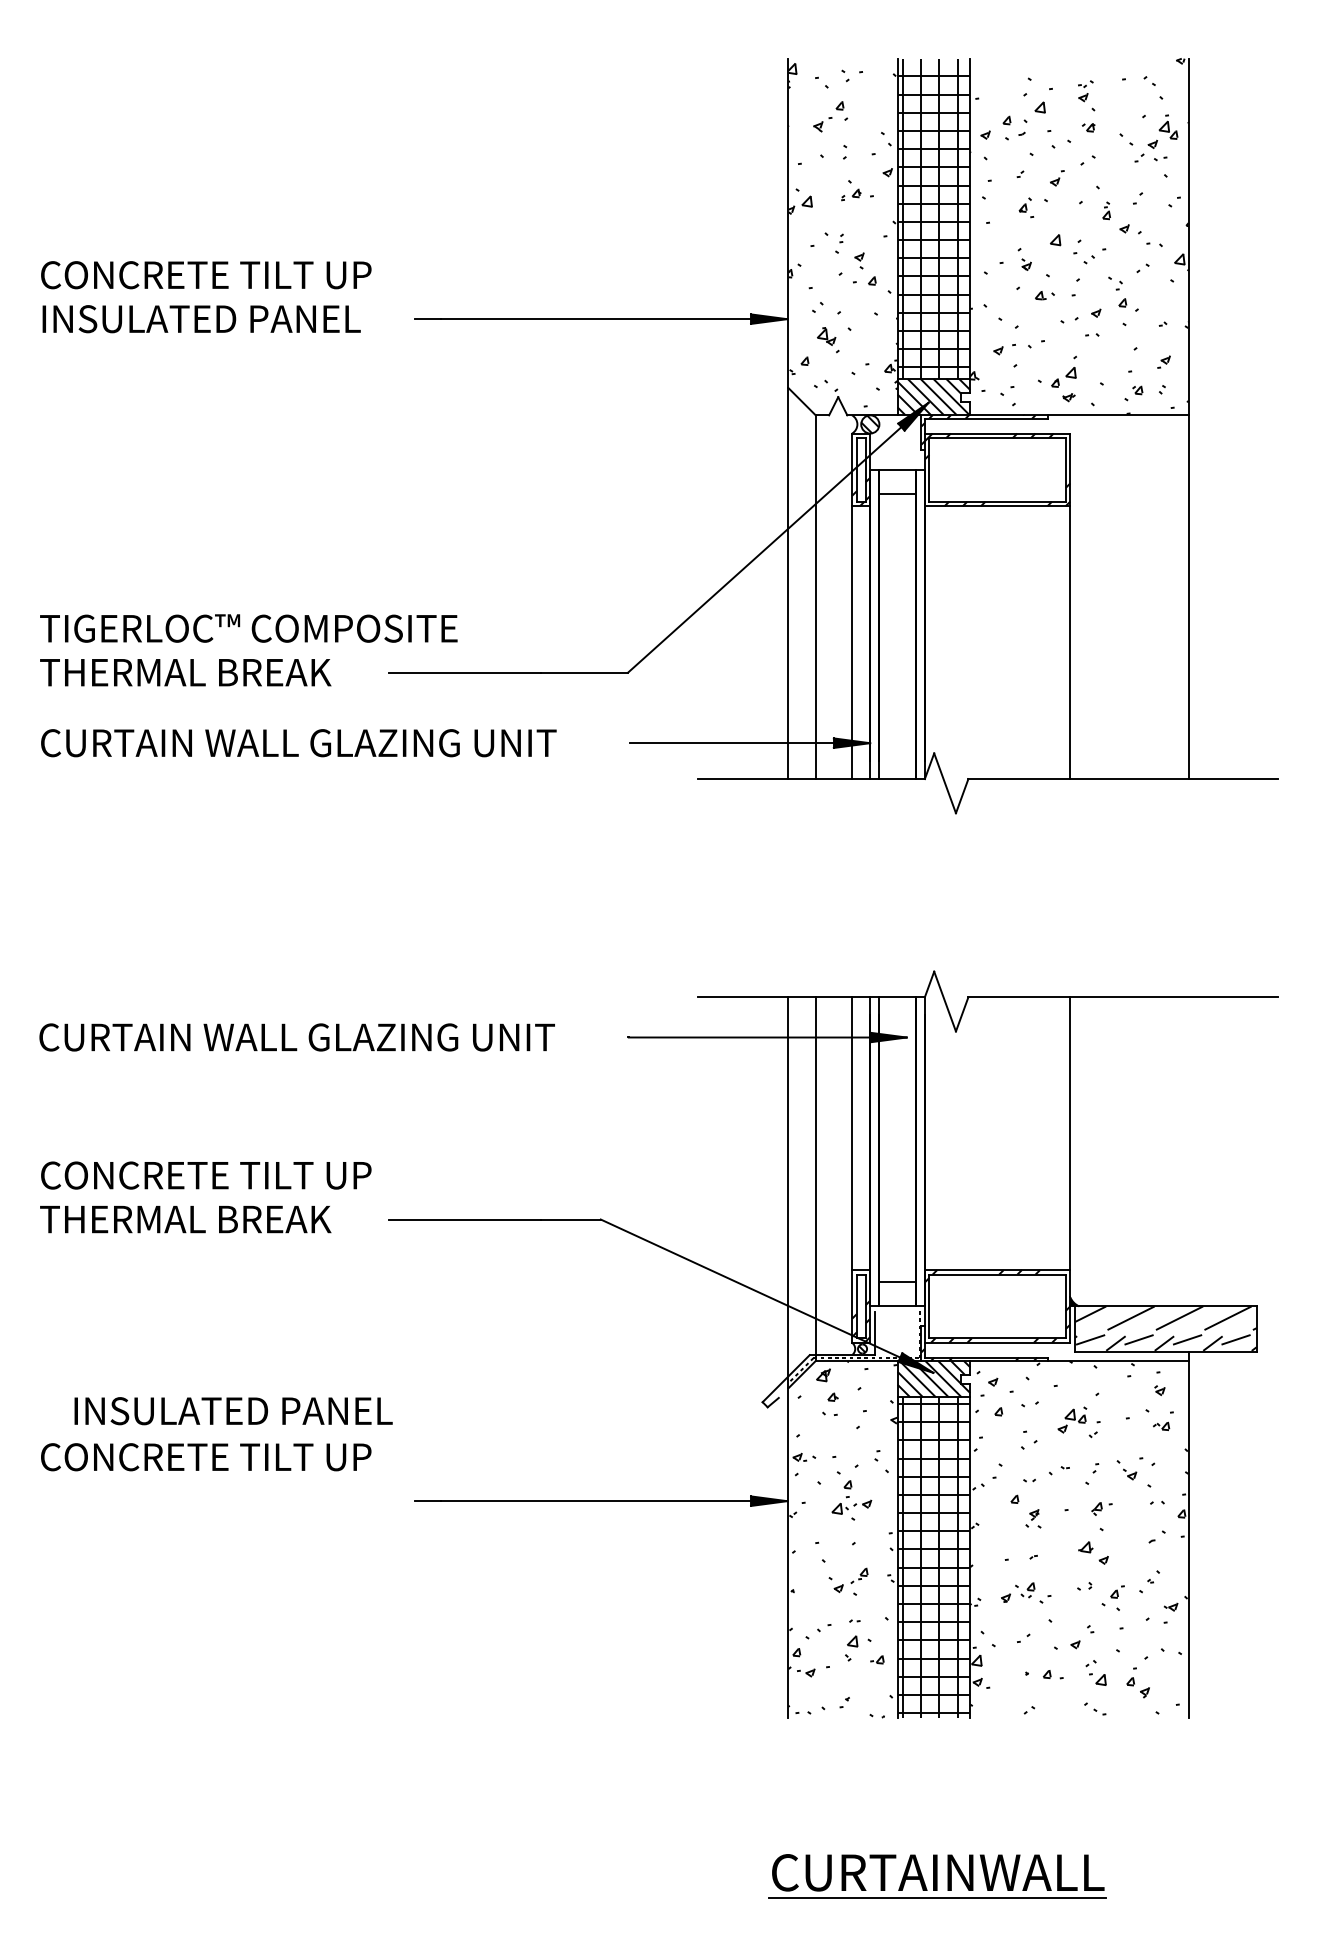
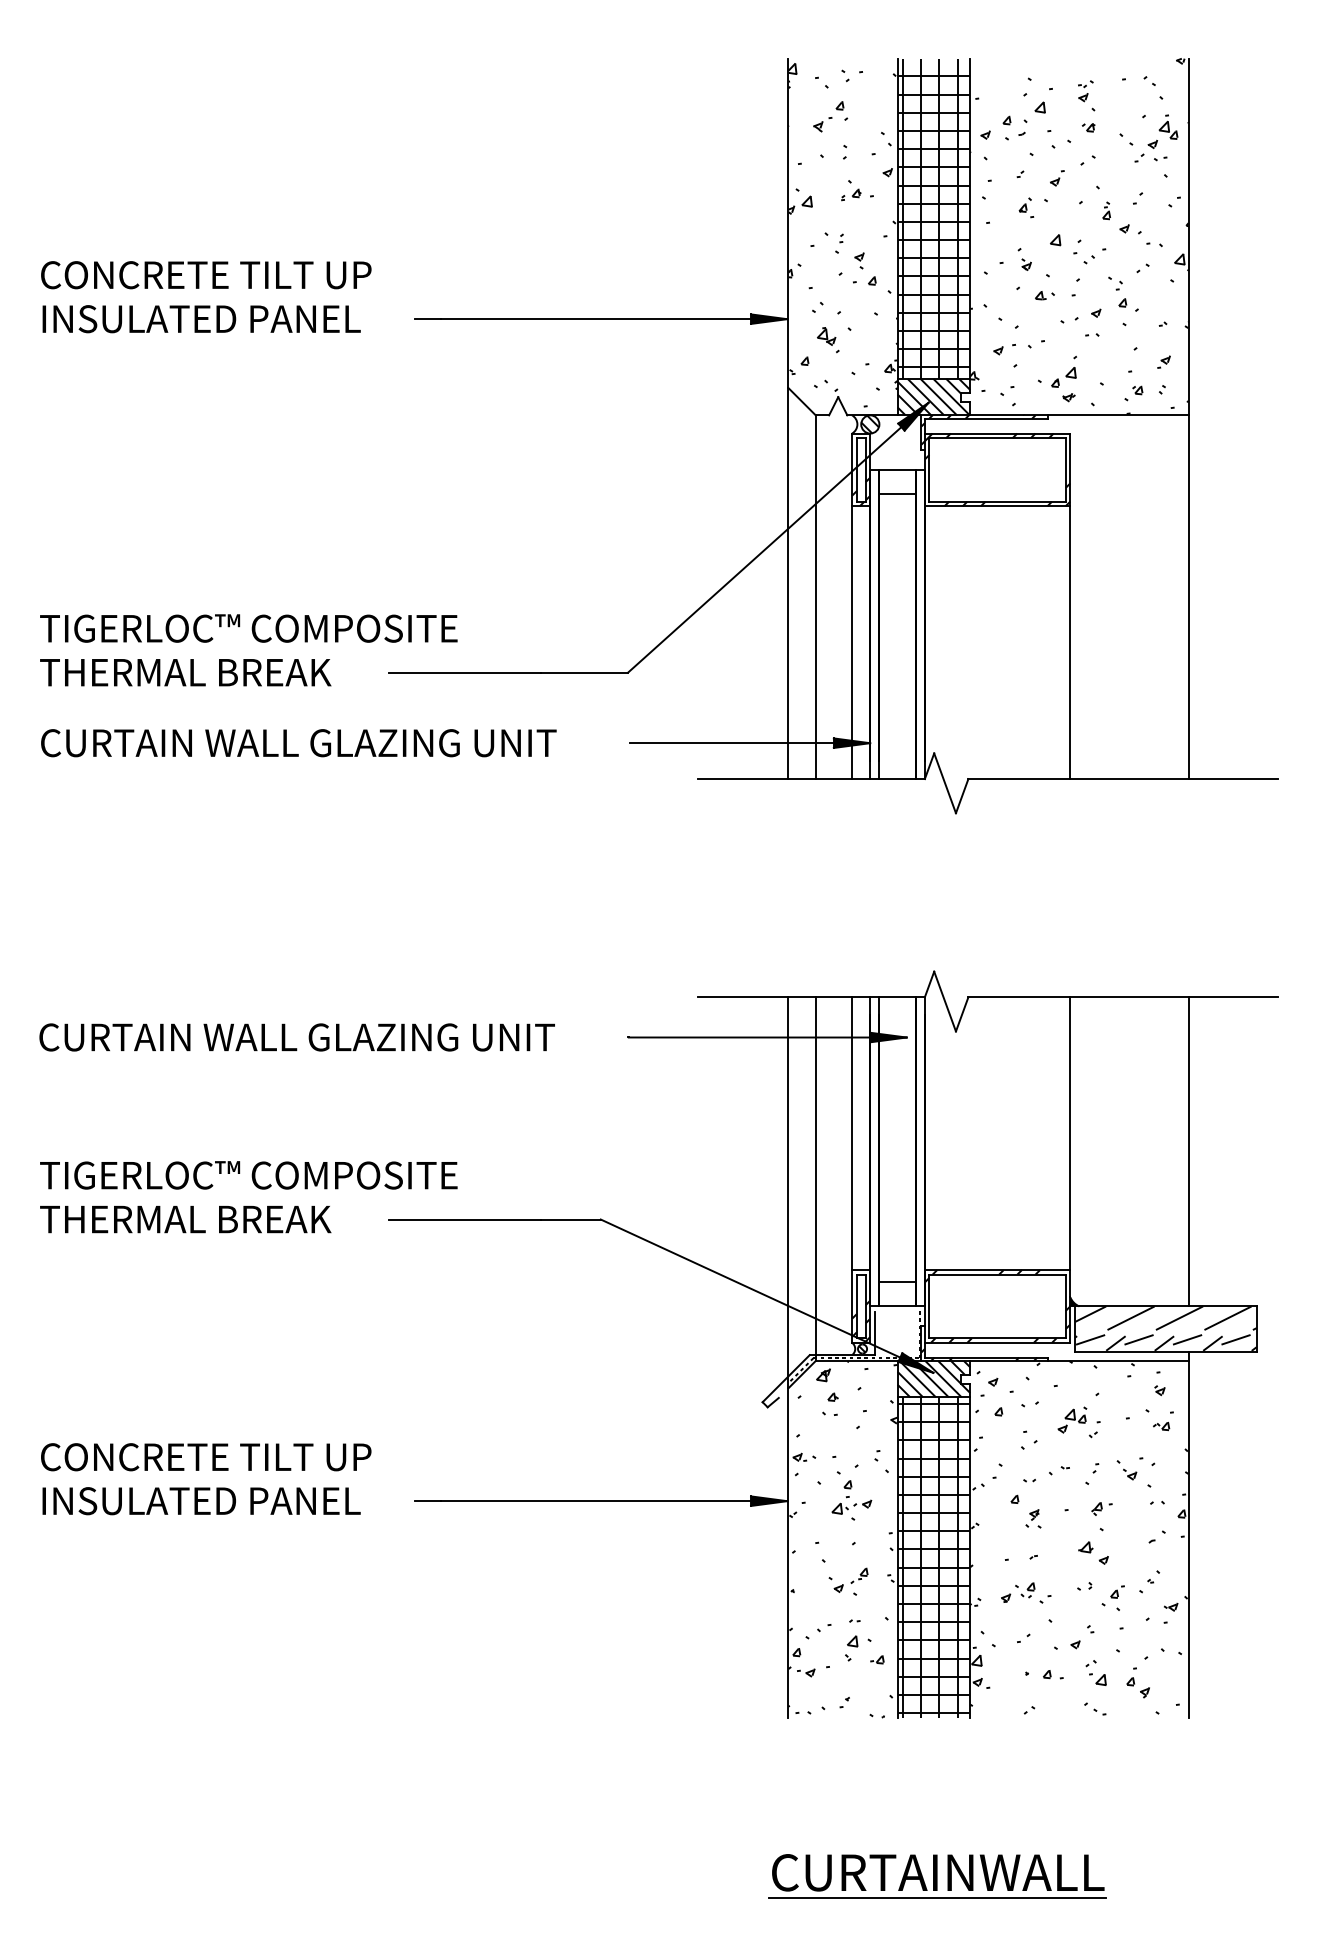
line at (1188, 1151): none -> present
text at (248, 1175): CONCRETE TILT UP -> TIGERLOC™ COMPOSITE
text at (233, 1411) position: (233, 1411) -> (201, 1501)
